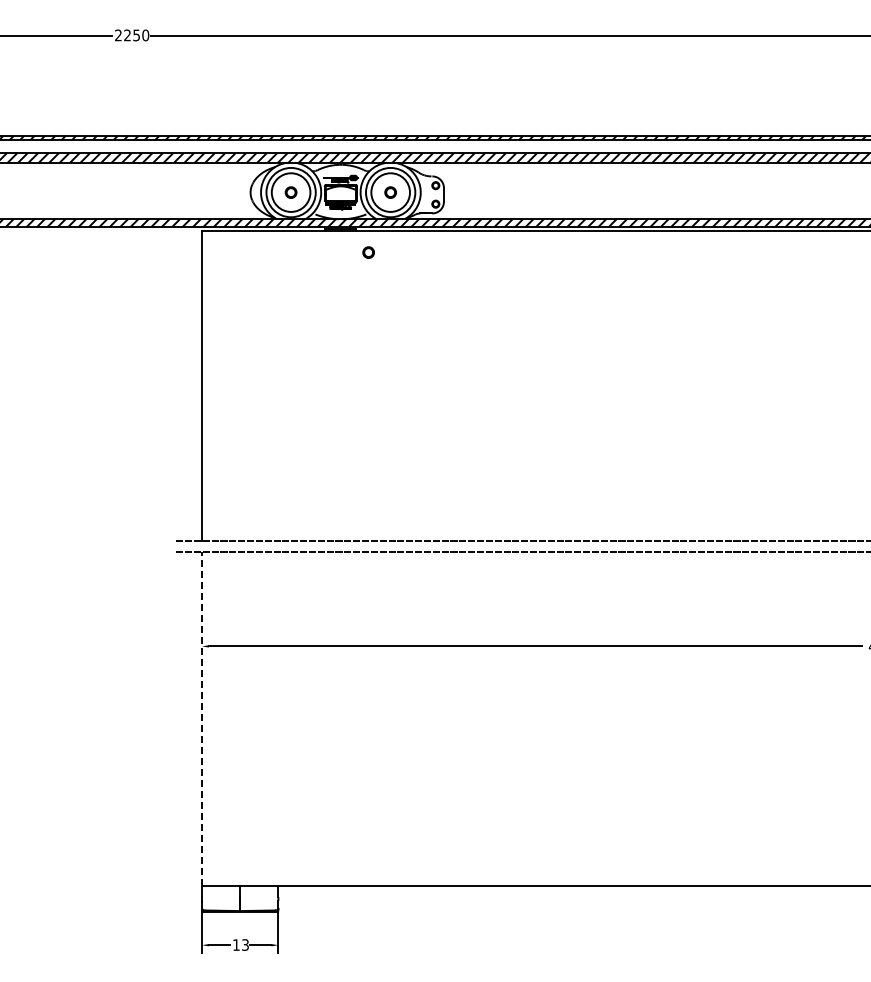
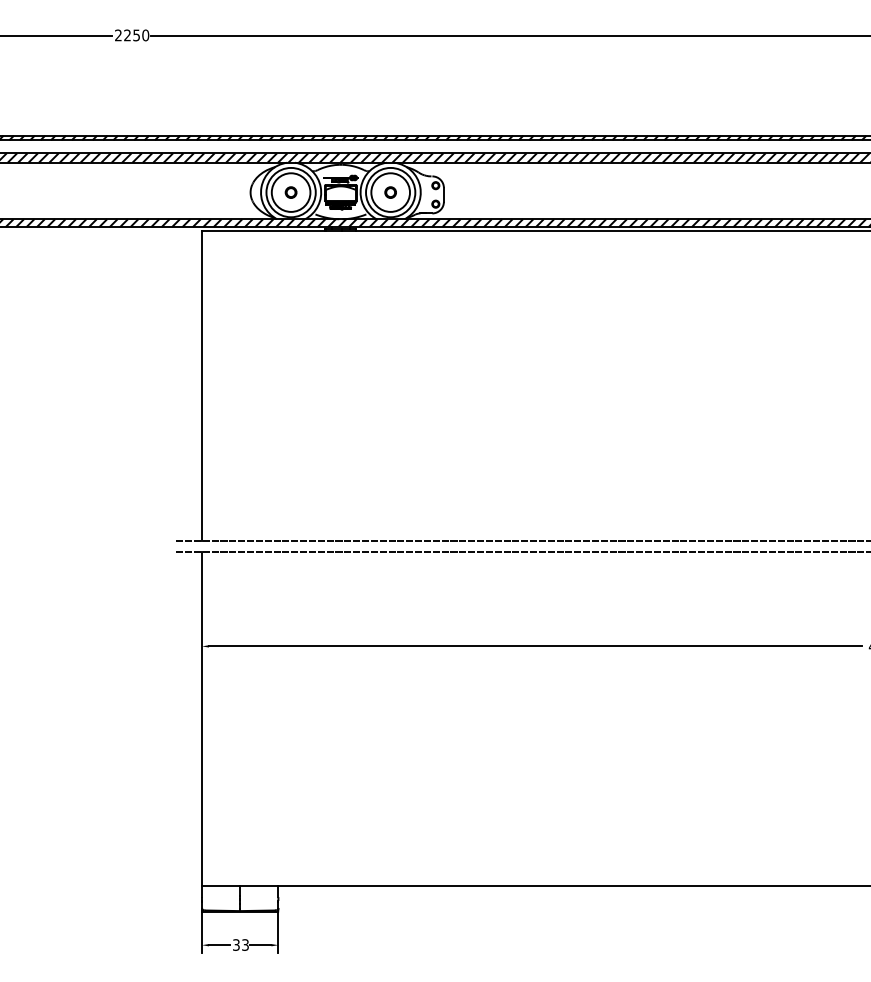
circle at (368, 252): present -> none
line at (201, 719): dashed -> solid
text at (236, 944): 13 -> 33
